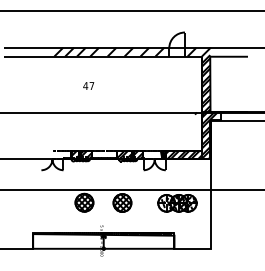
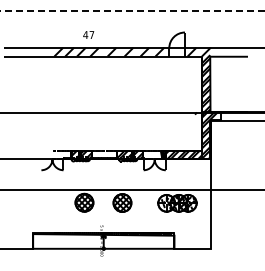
line at (132, 10): solid -> dashed
text at (88, 85) position: (88, 85) -> (88, 34)
